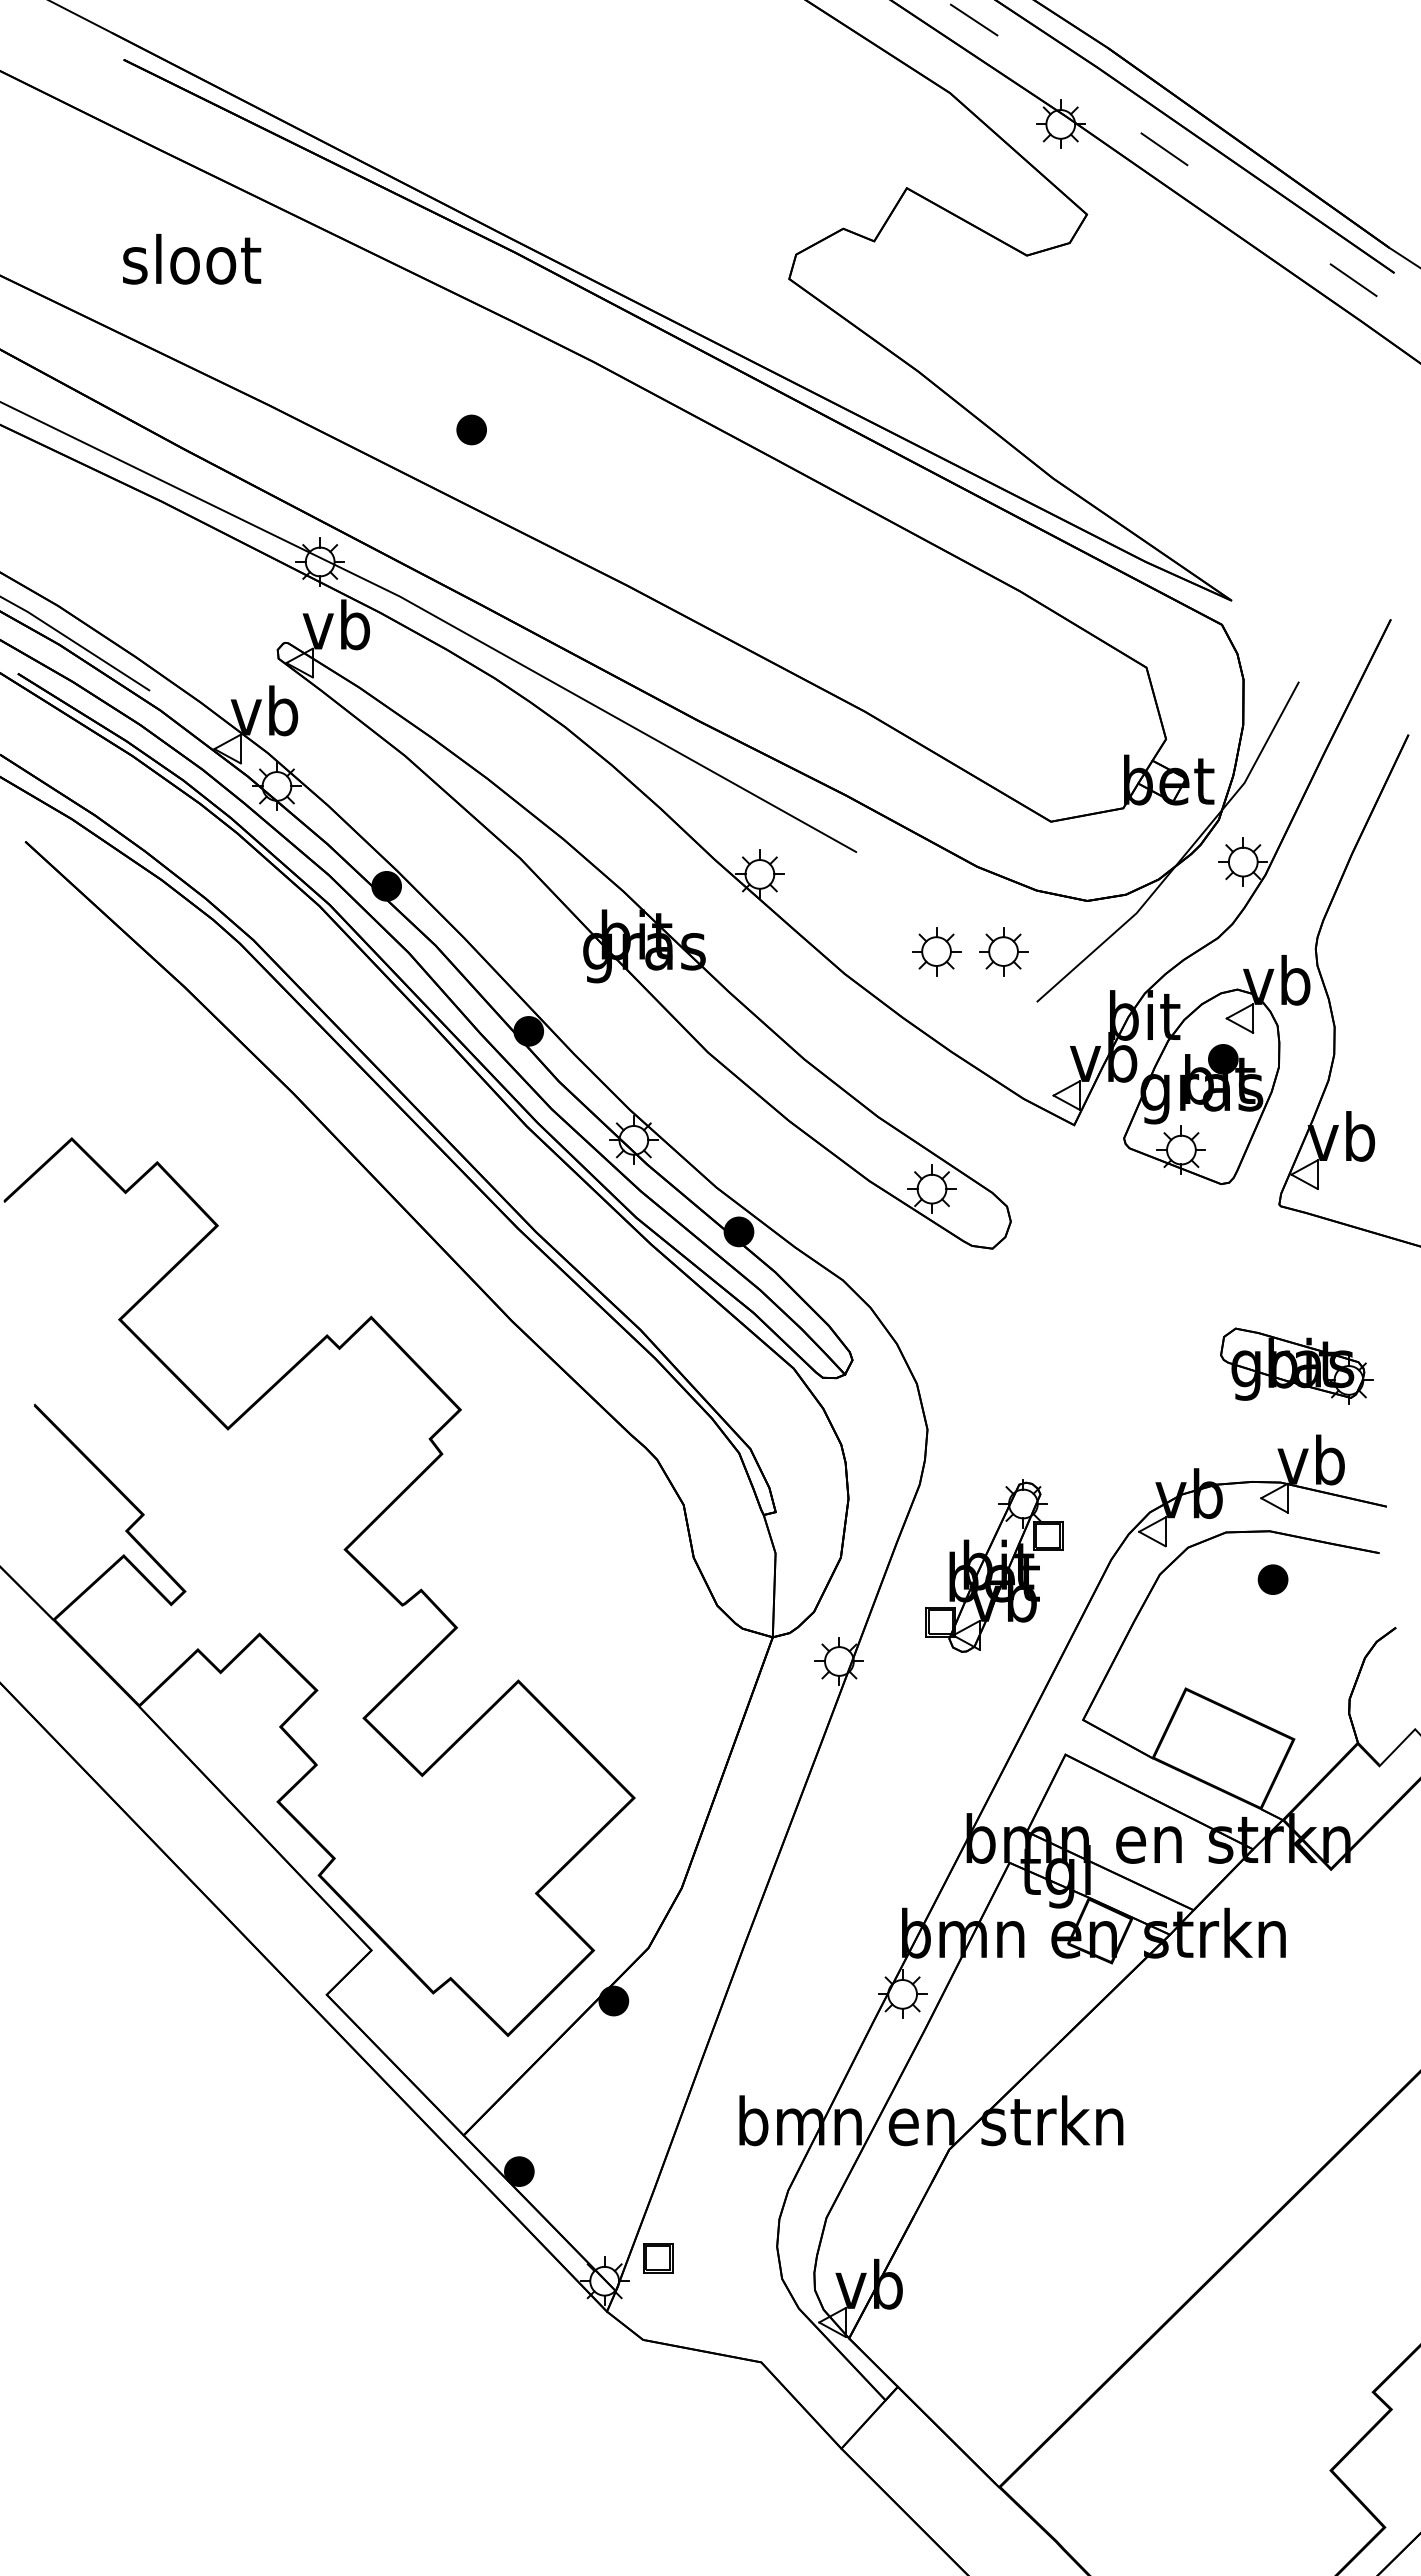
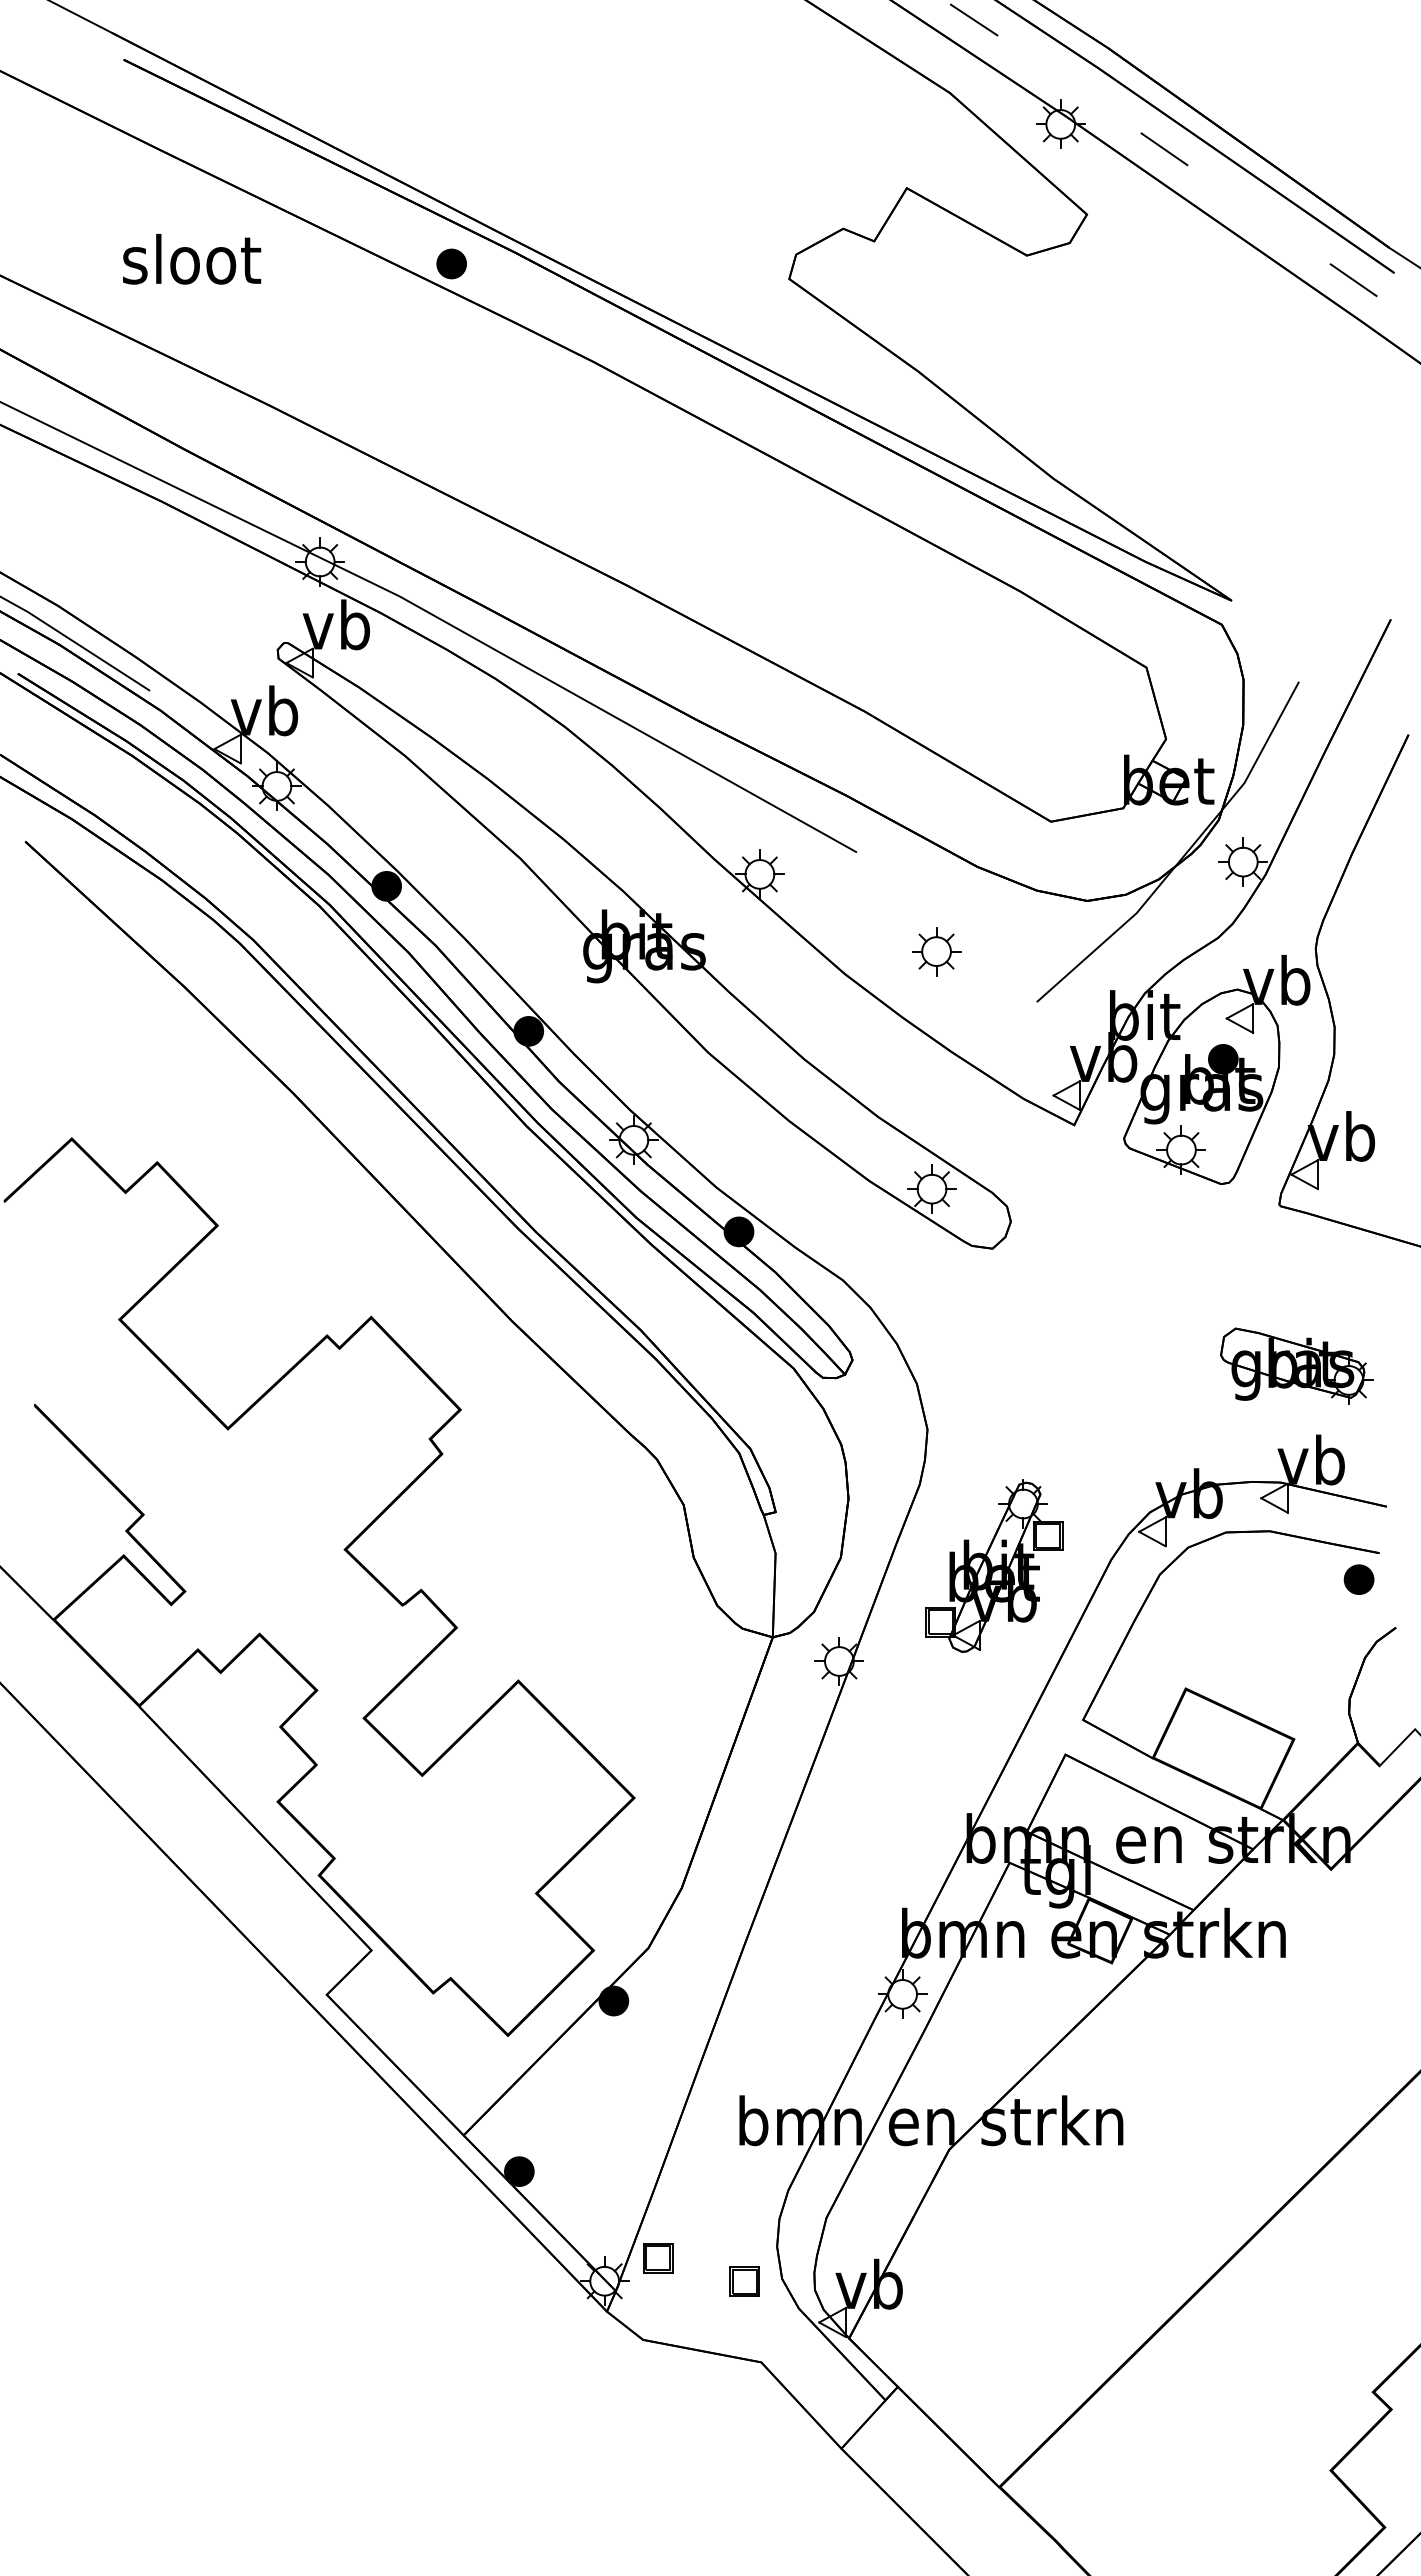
part at (471, 429) position: (471, 429) -> (451, 263)
part at (1003, 951): present -> none
part at (1272, 1579) position: (1272, 1579) -> (1358, 1579)
part at (744, 2281): none -> present
